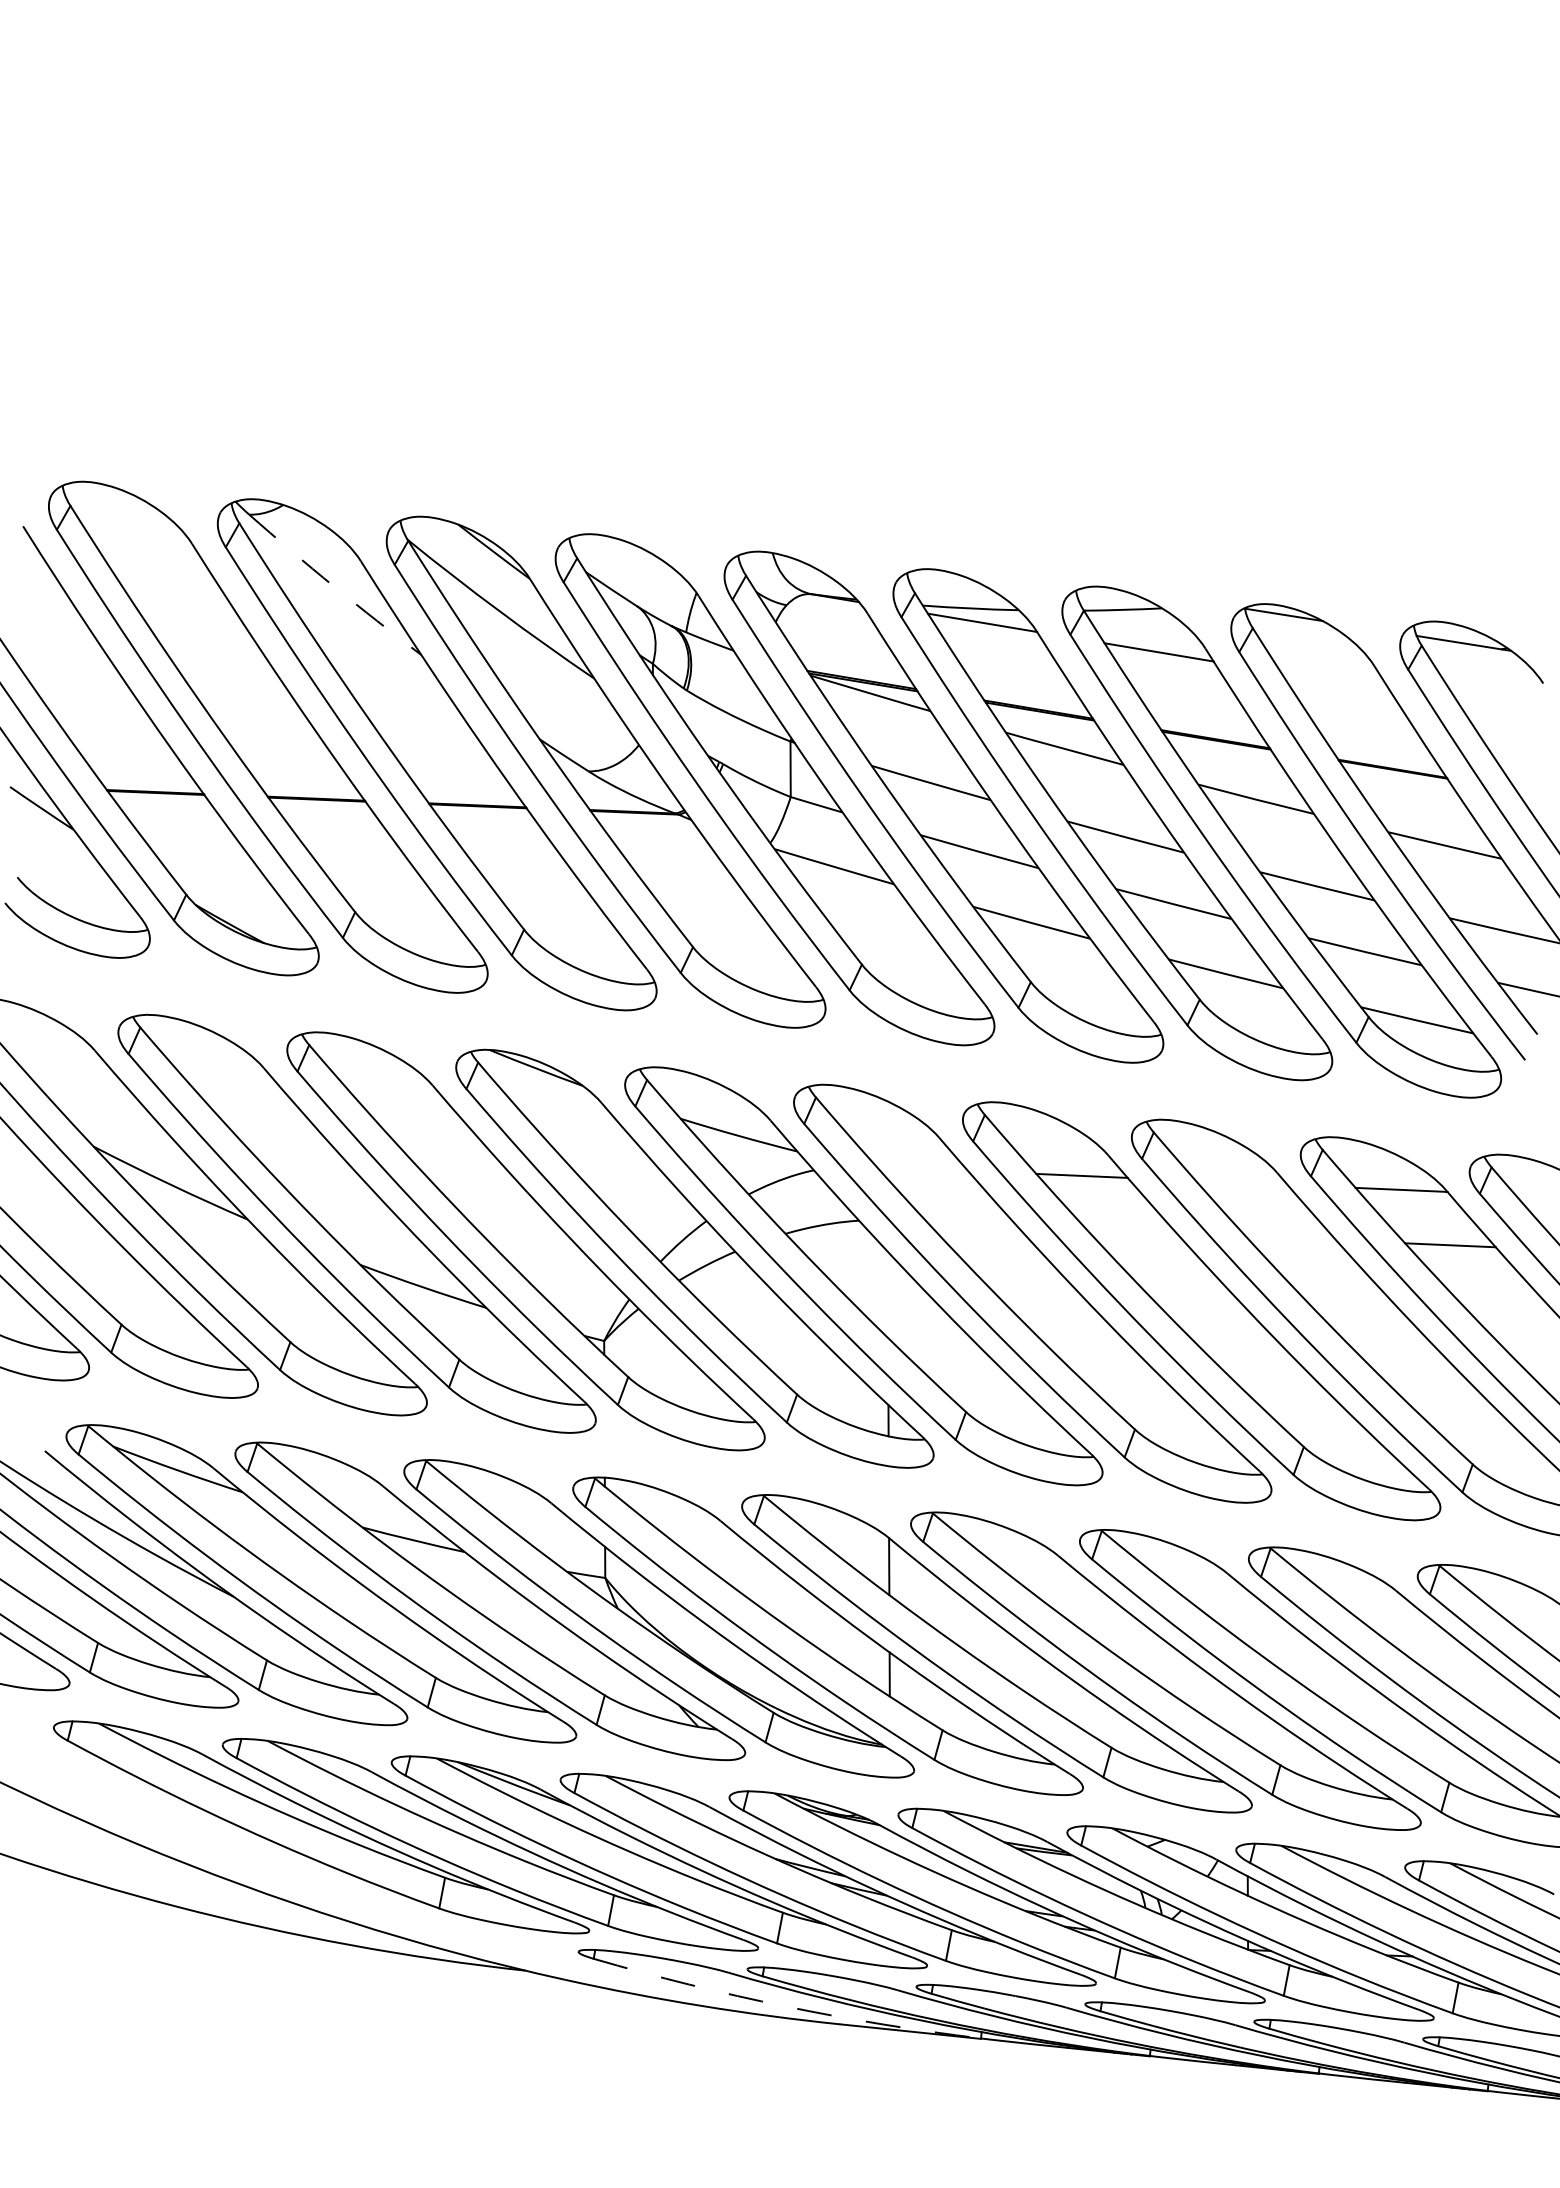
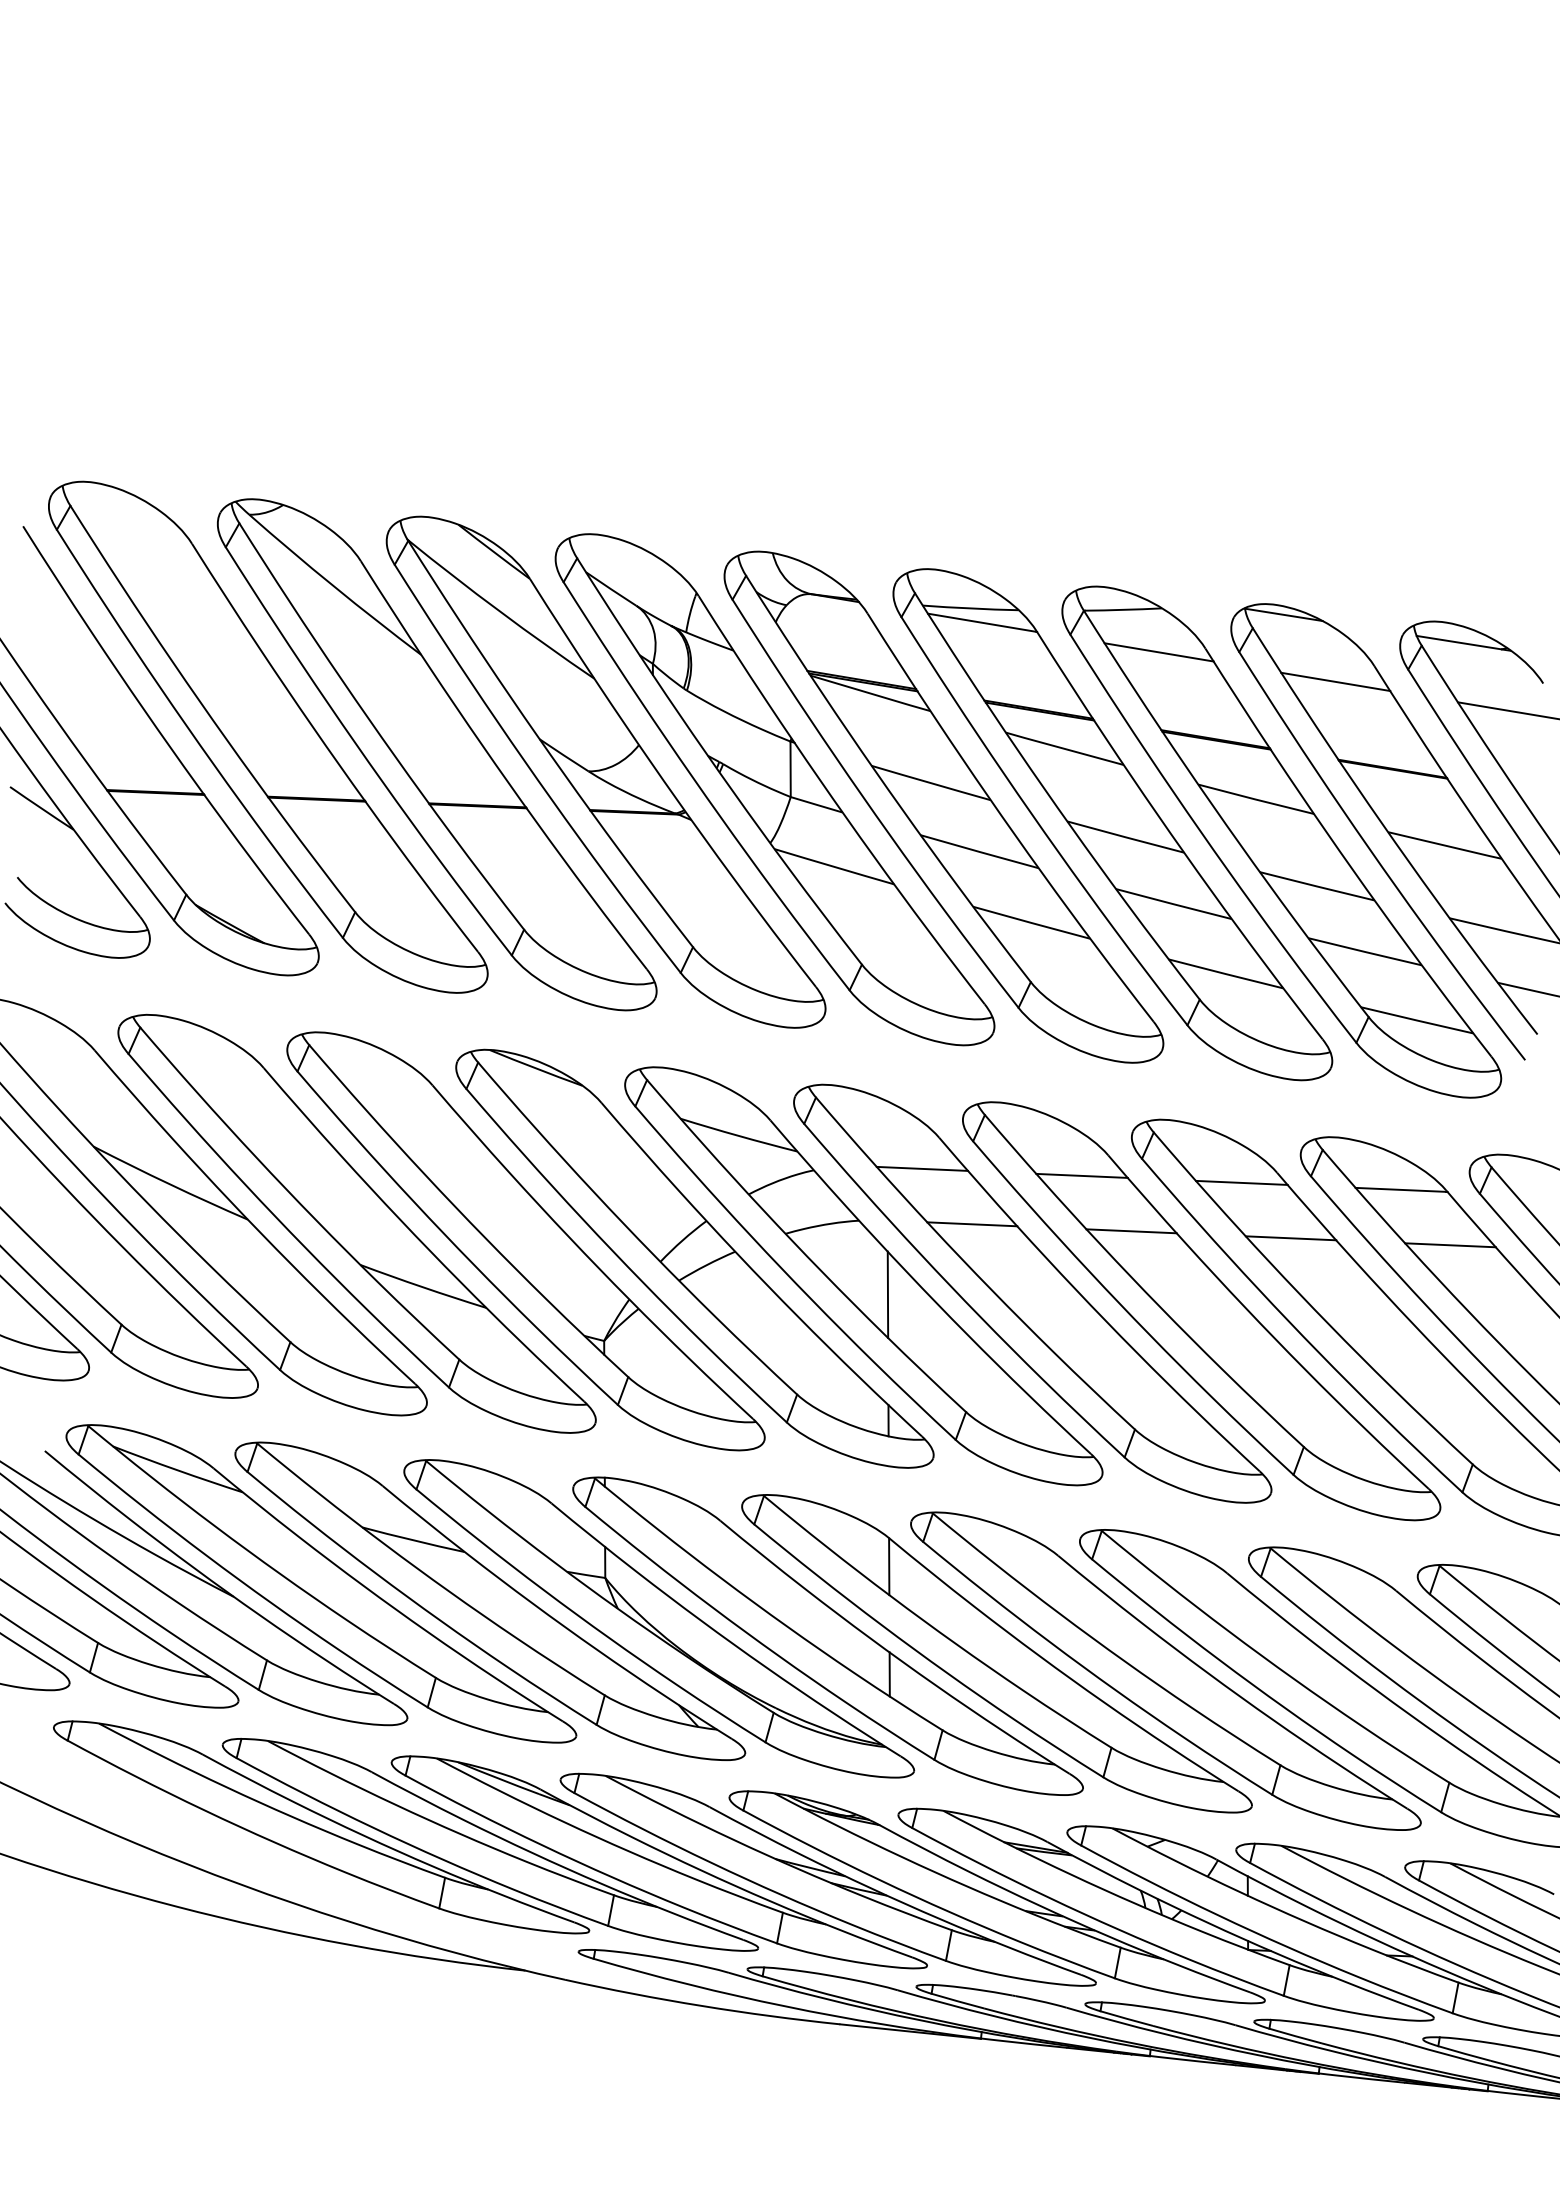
arc at (333, 586): dashed -> solid
line at (1335, 681): none -> present
line at (1506, 710): none -> present
line at (922, 1168): none -> present
line at (1241, 1182): none -> present
line at (972, 1224): none -> present
line at (1131, 1231): none -> present
line at (1290, 1238): none -> present
line at (887, 1294): none -> present
arc at (785, 2006): dashed -> solid
